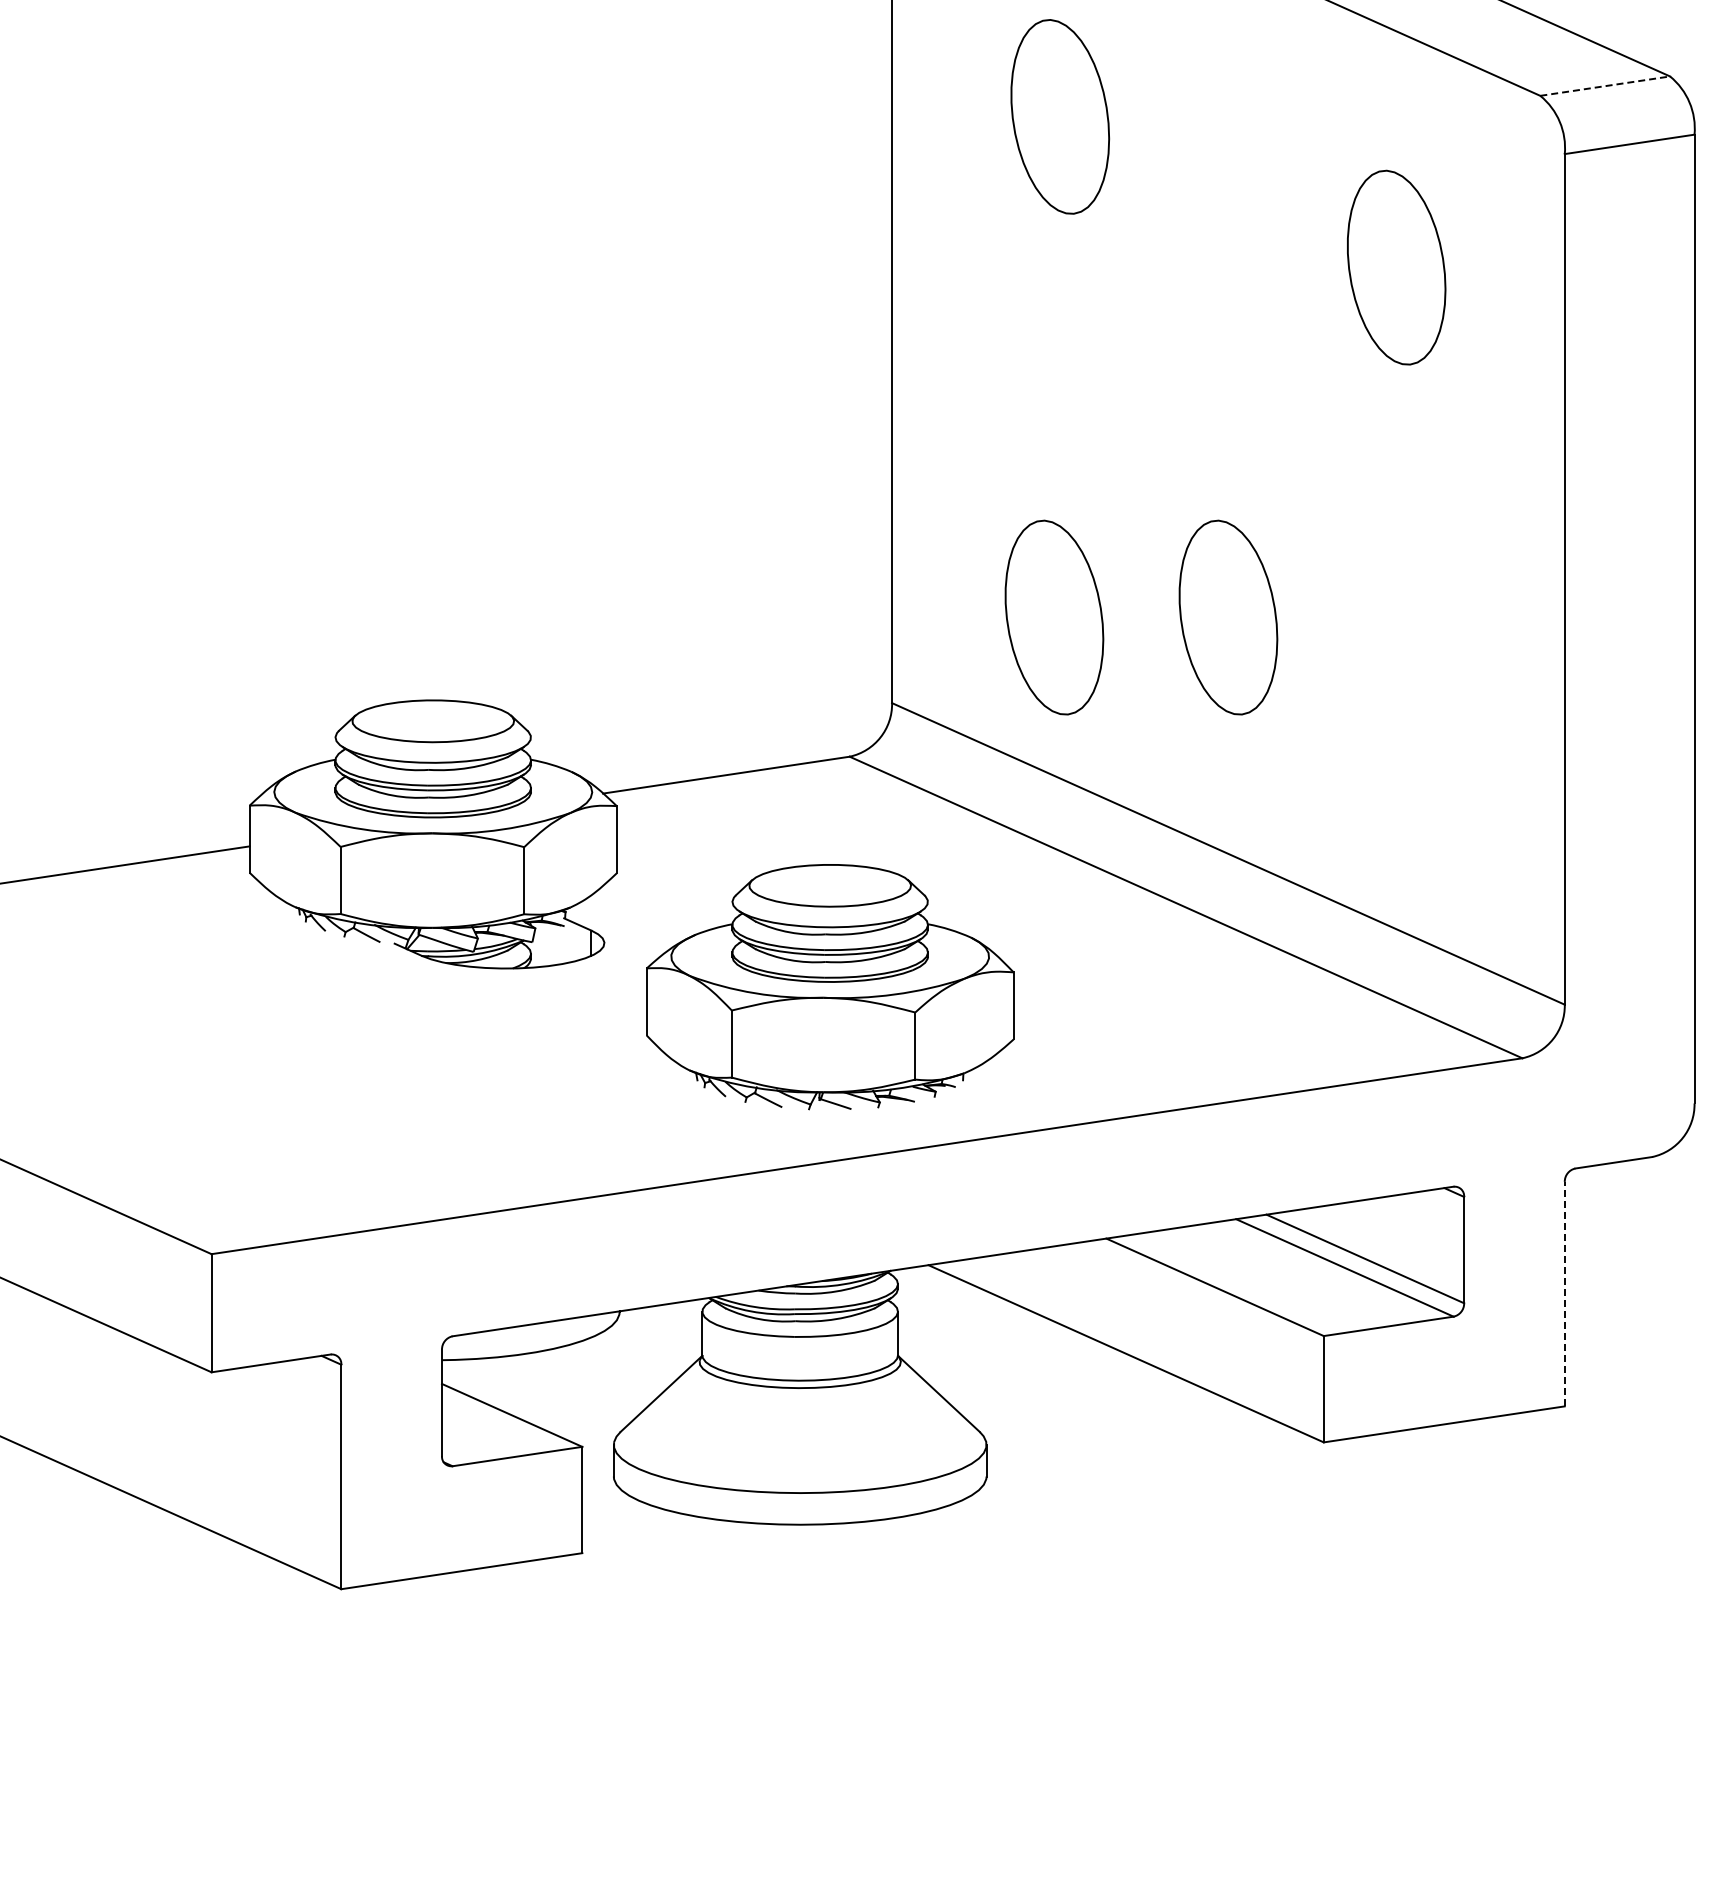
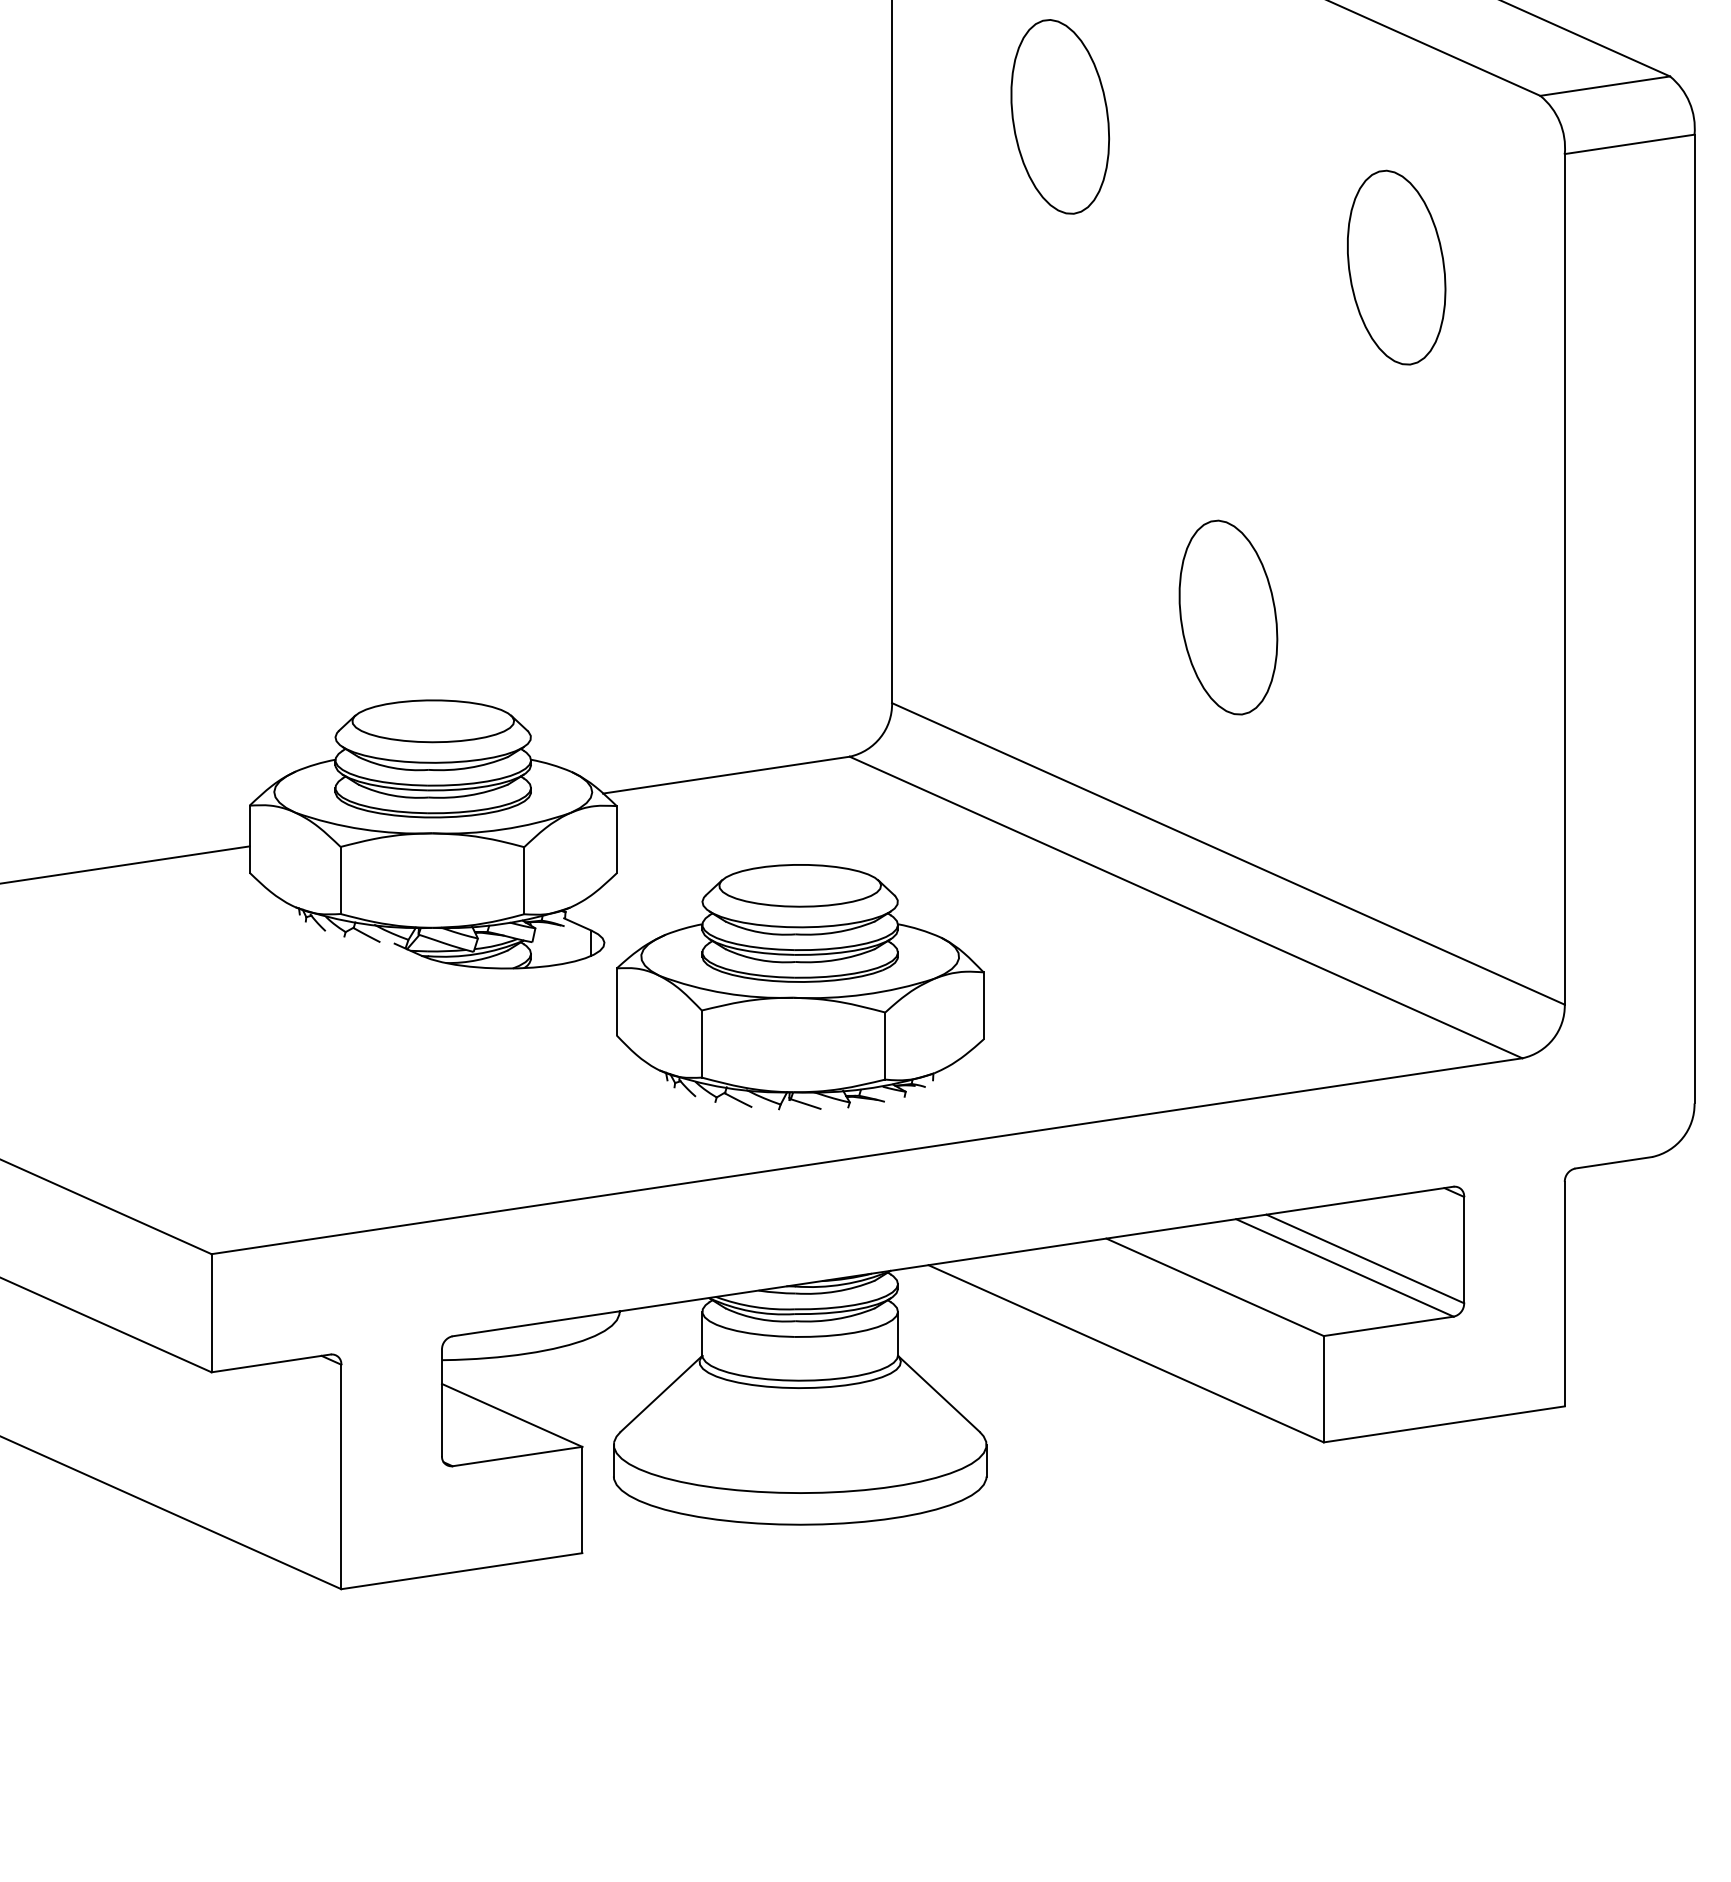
line at (1605, 86): dashed -> solid
part at (1054, 617): present -> none
part at (830, 987) position: (830, 987) -> (800, 987)
line at (1564, 1293): dashed -> solid
